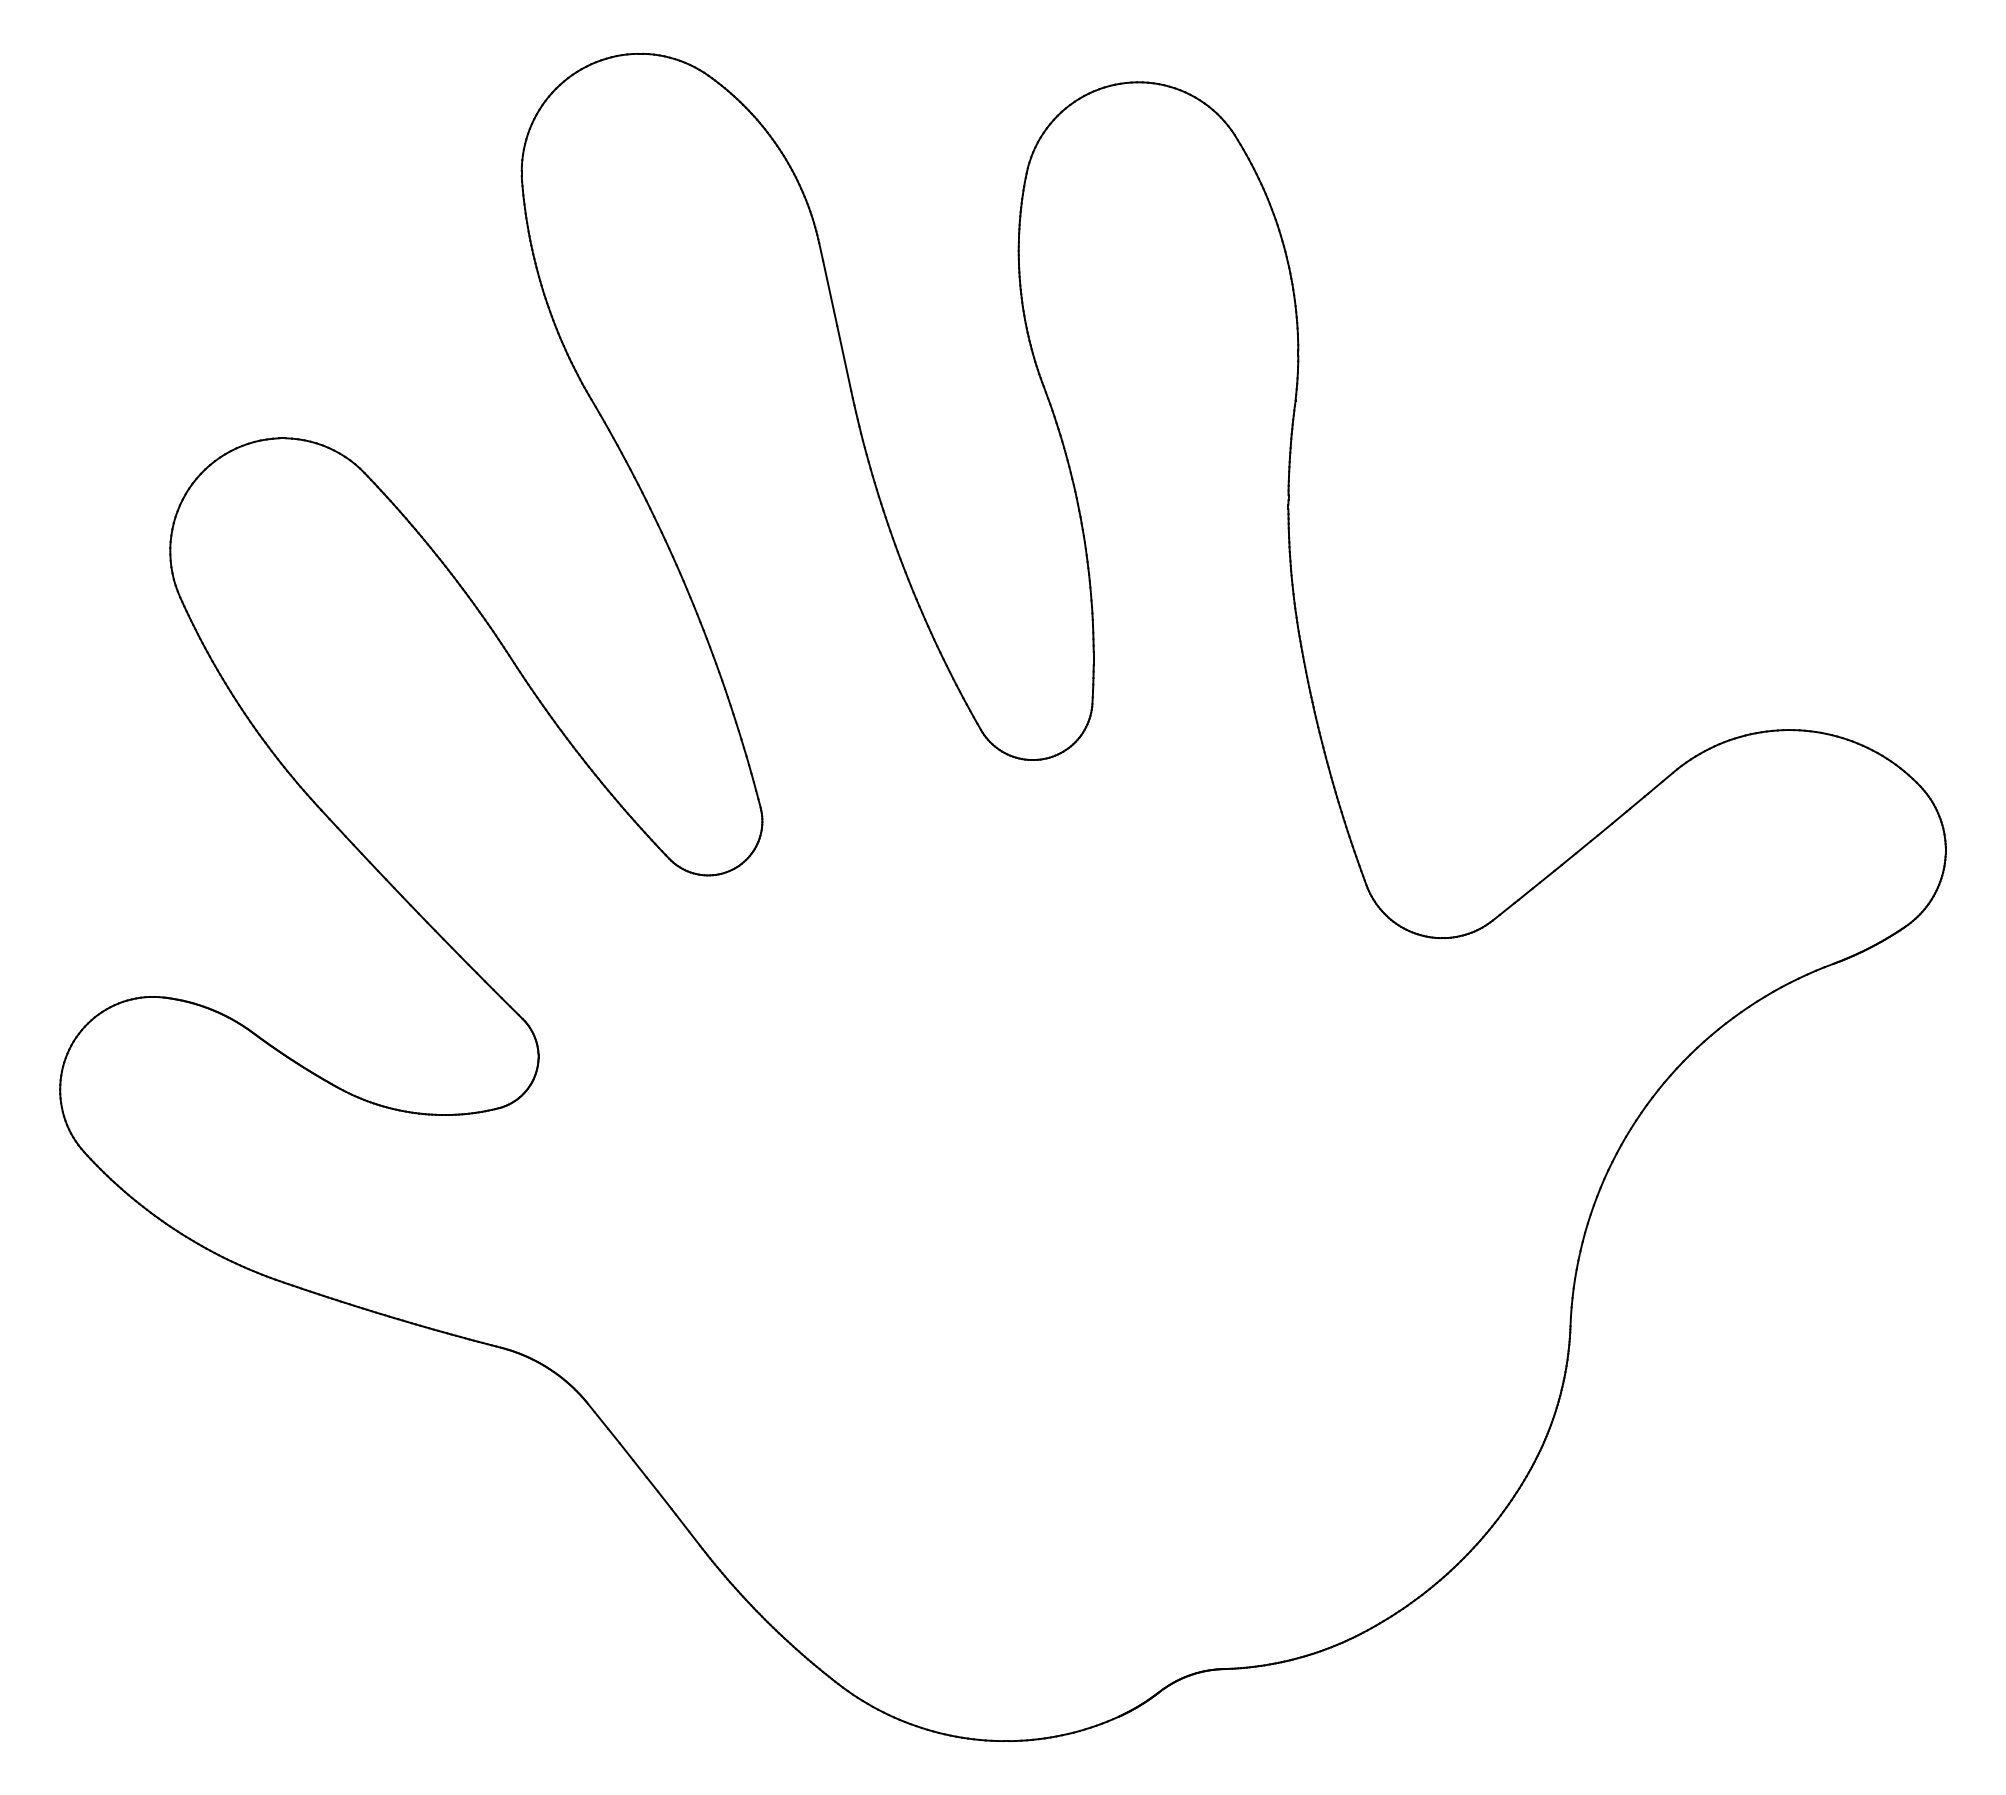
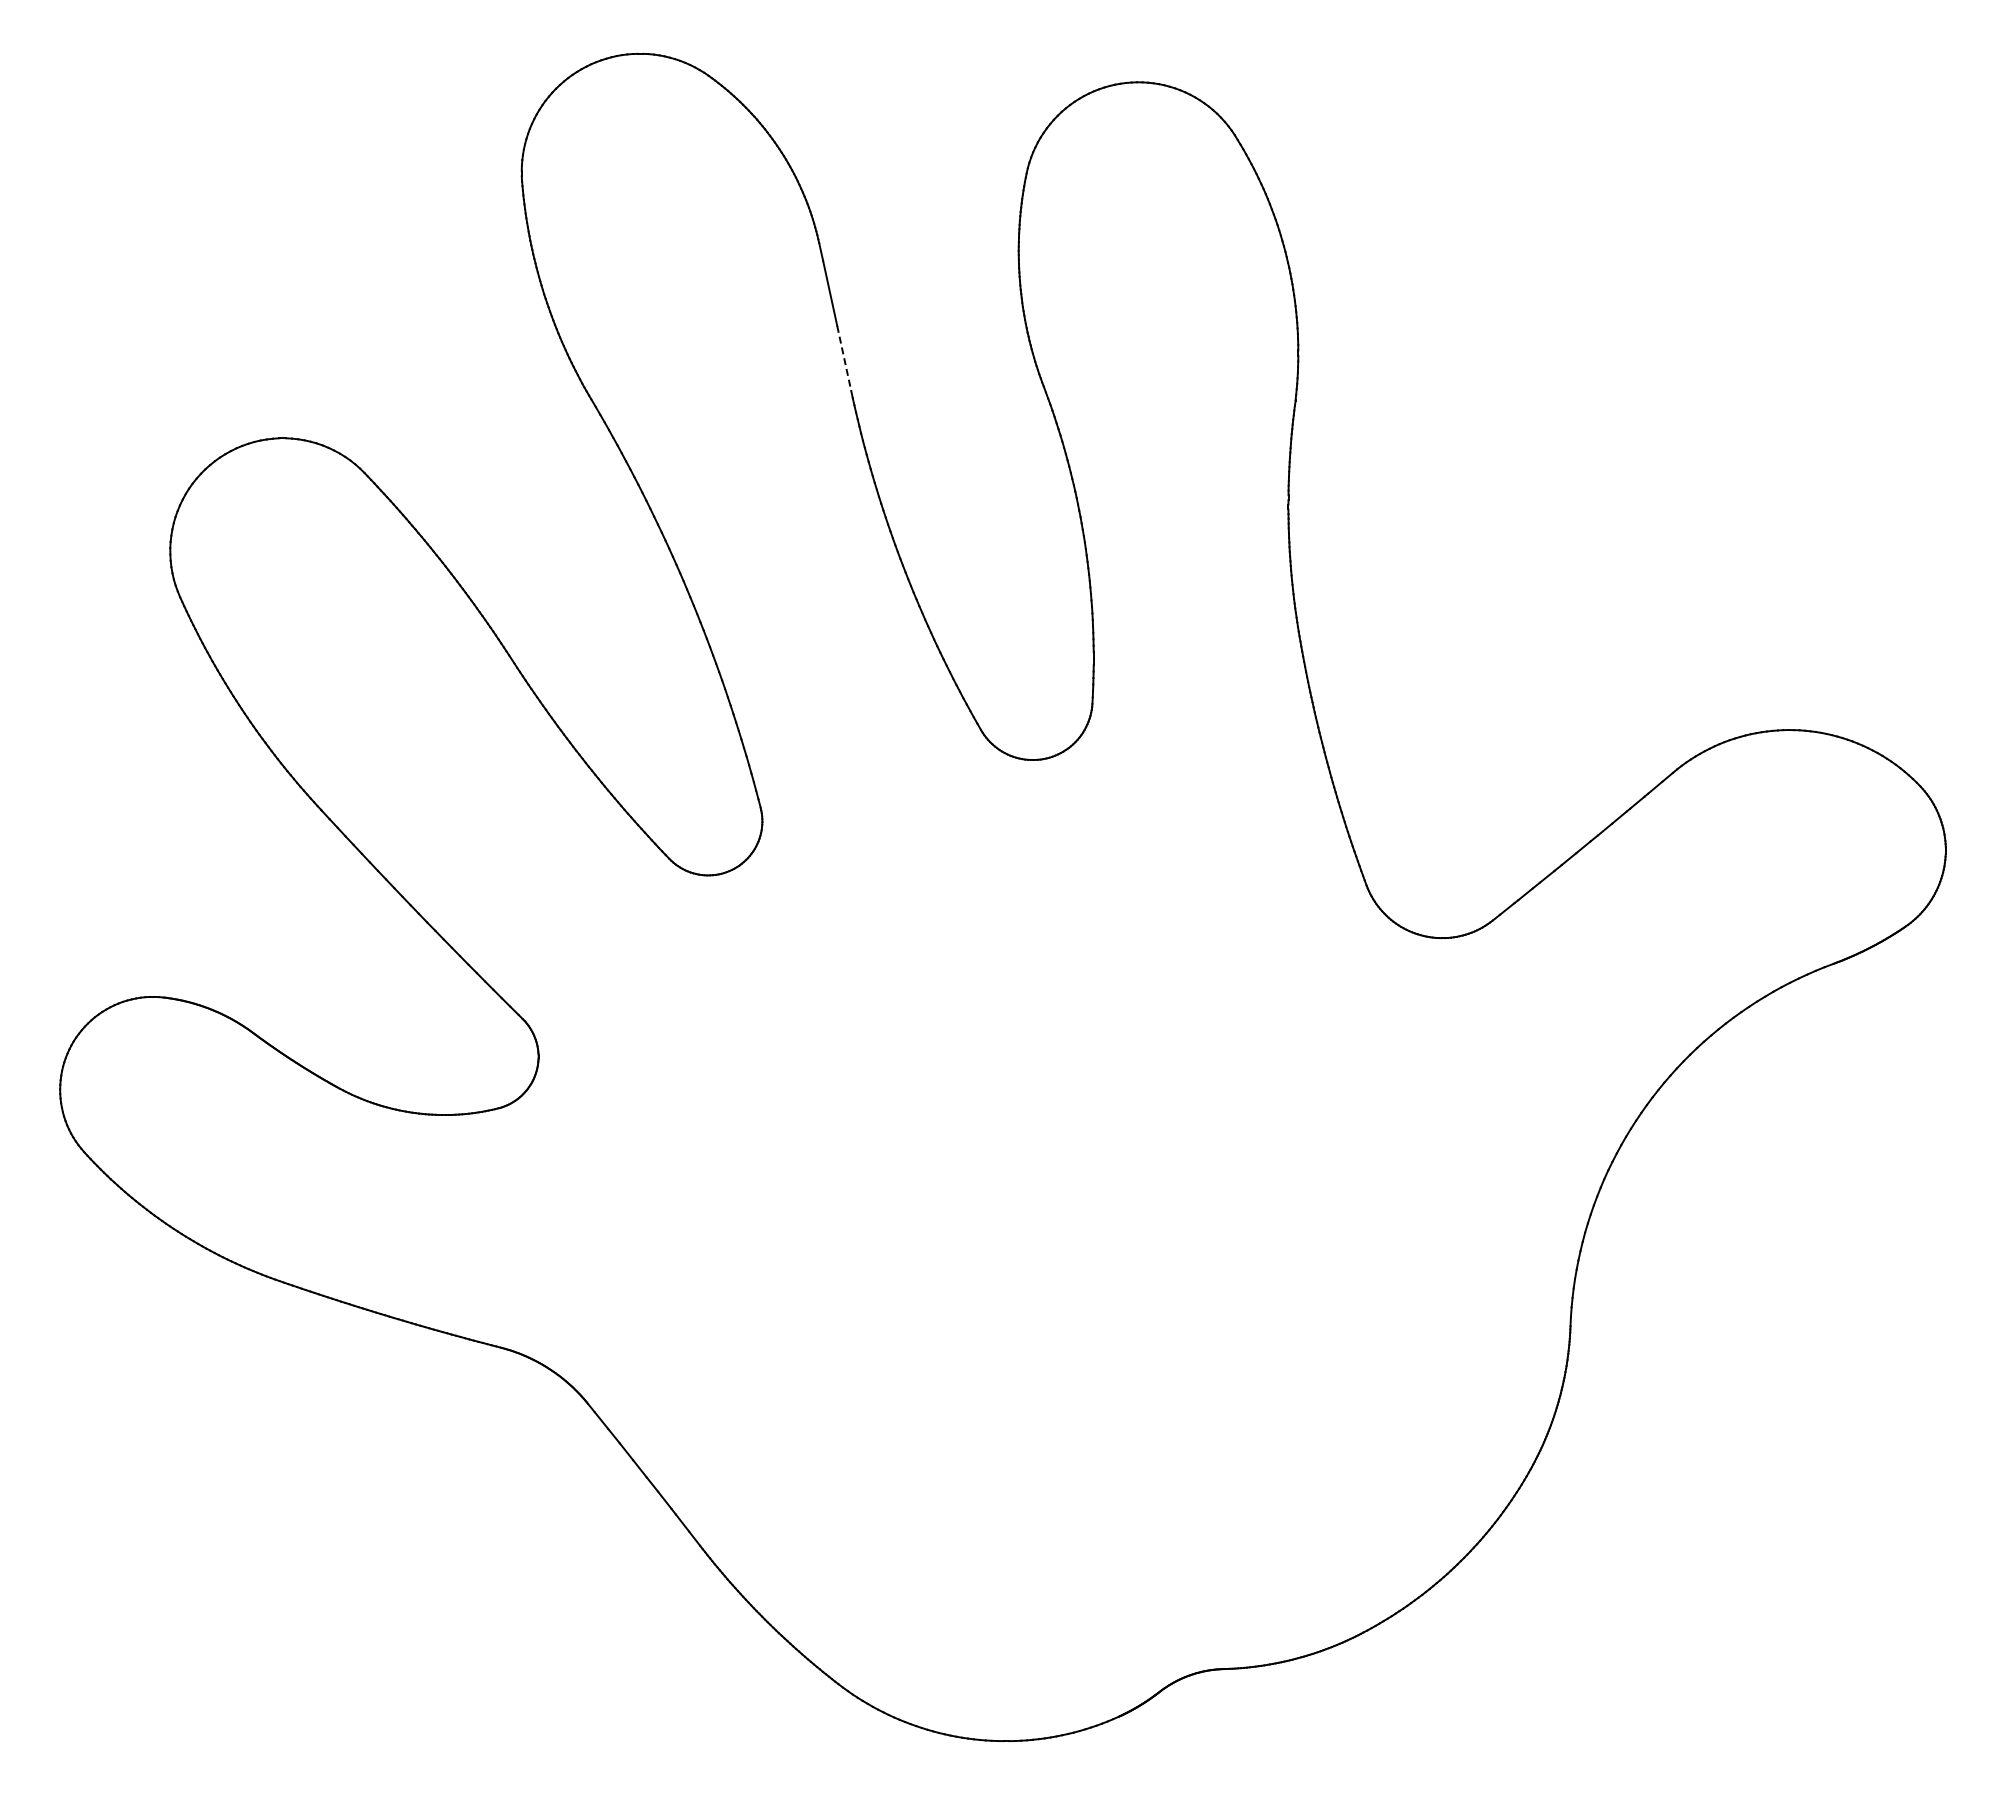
line at (844, 358): solid -> dashed
